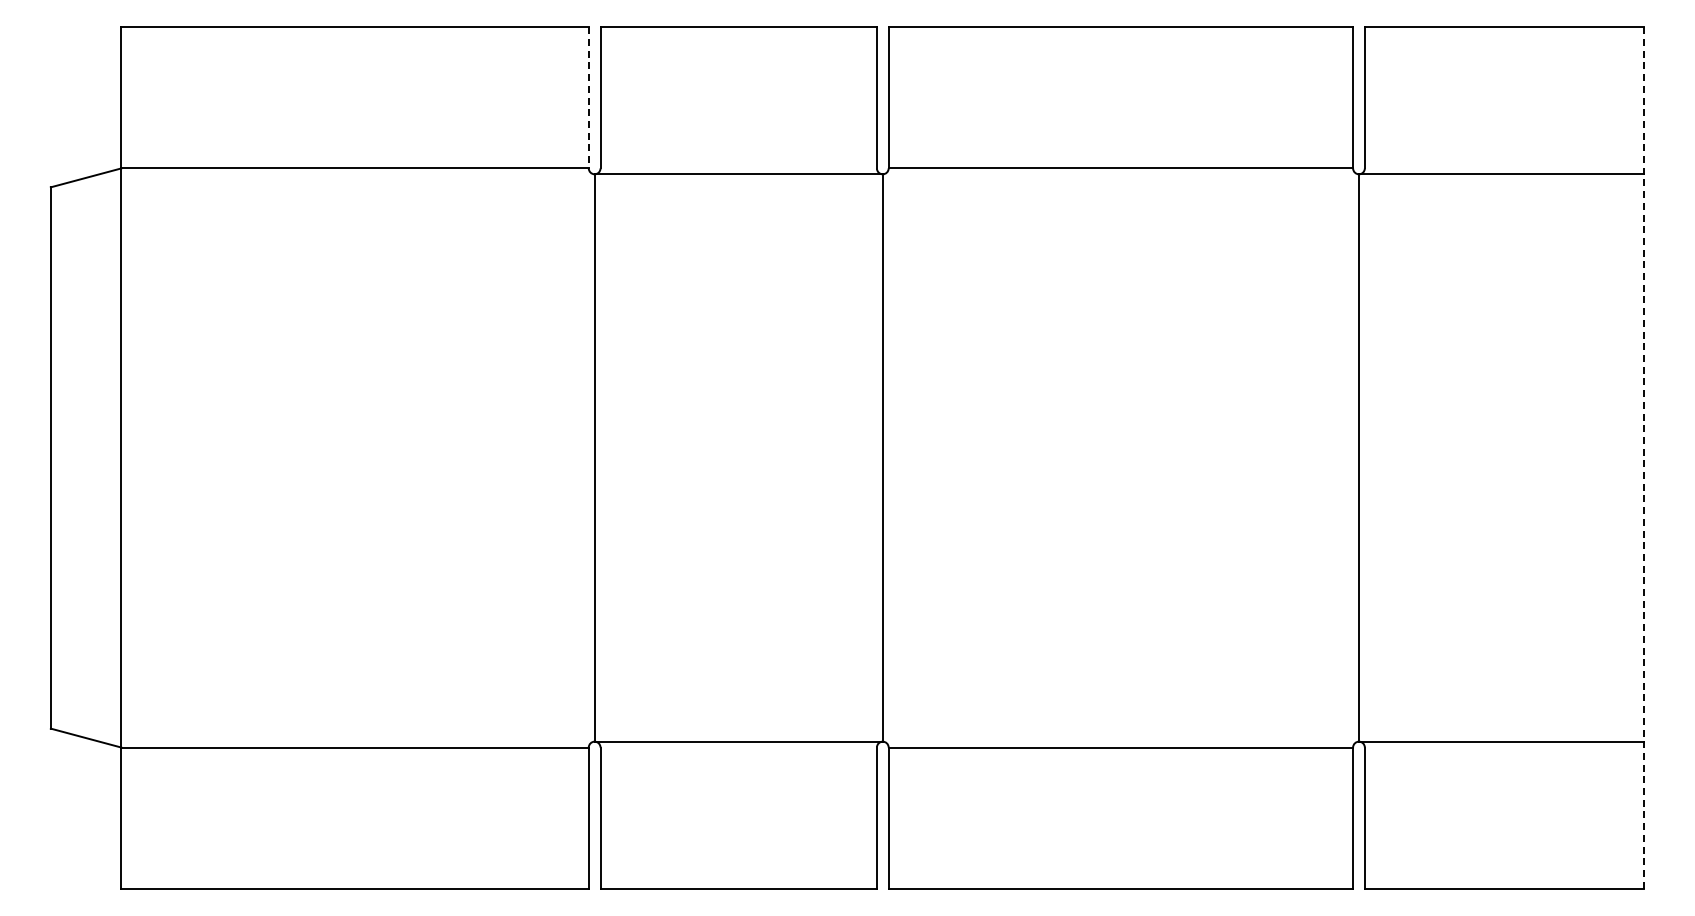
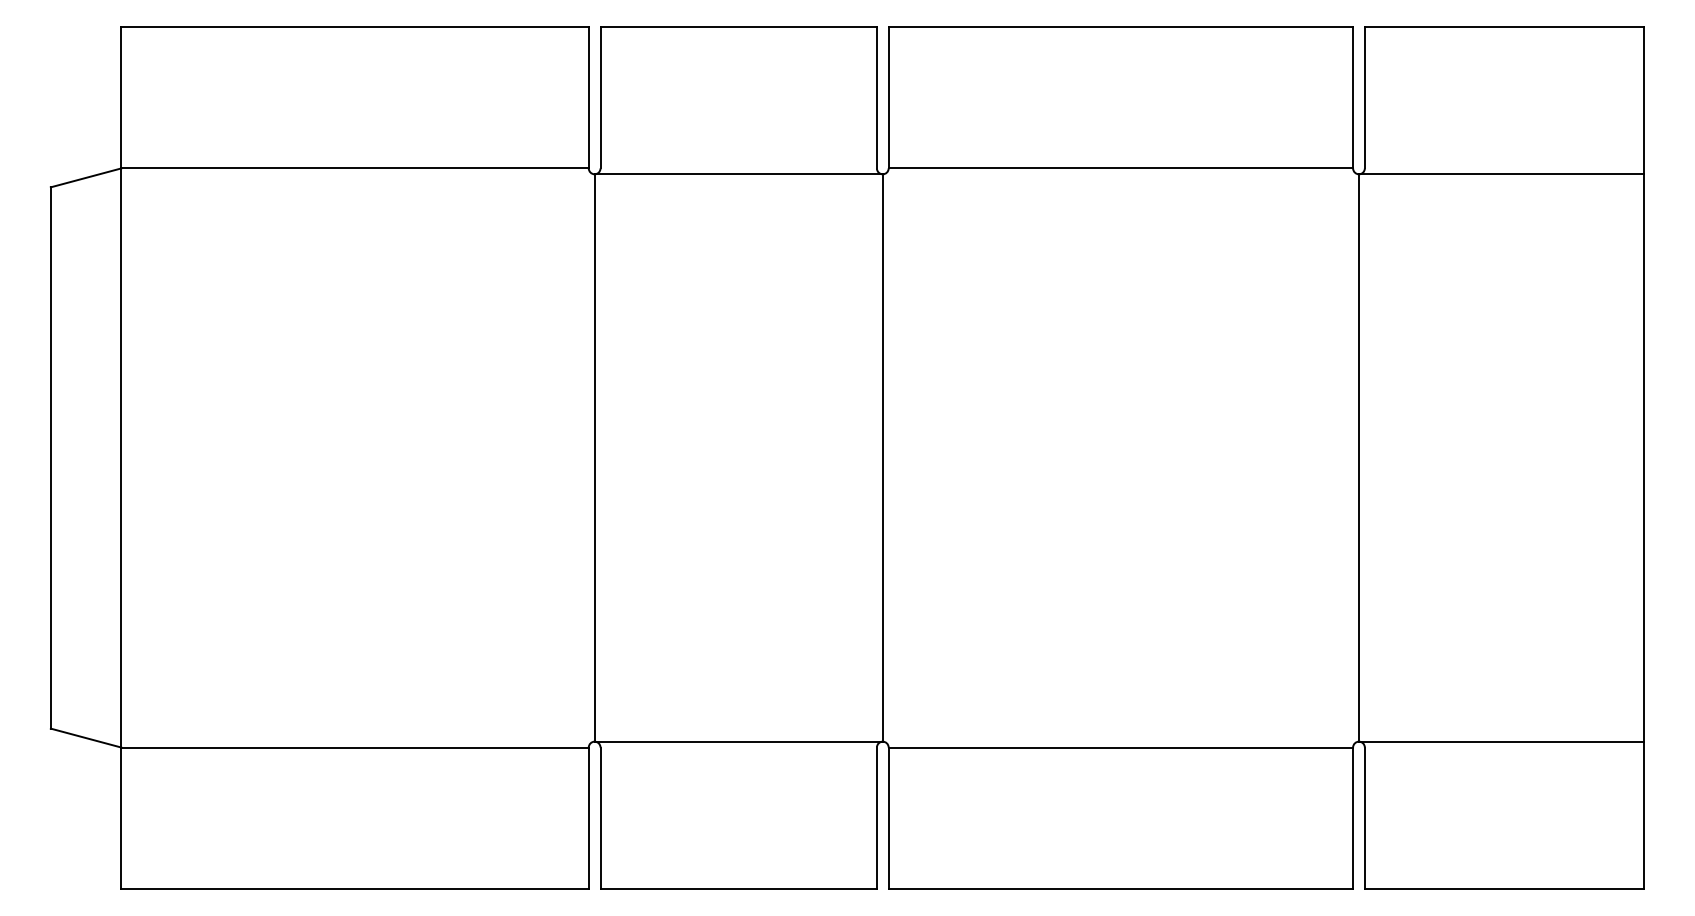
line at (588, 97): dashed -> solid
line at (1644, 457): dashed -> solid
